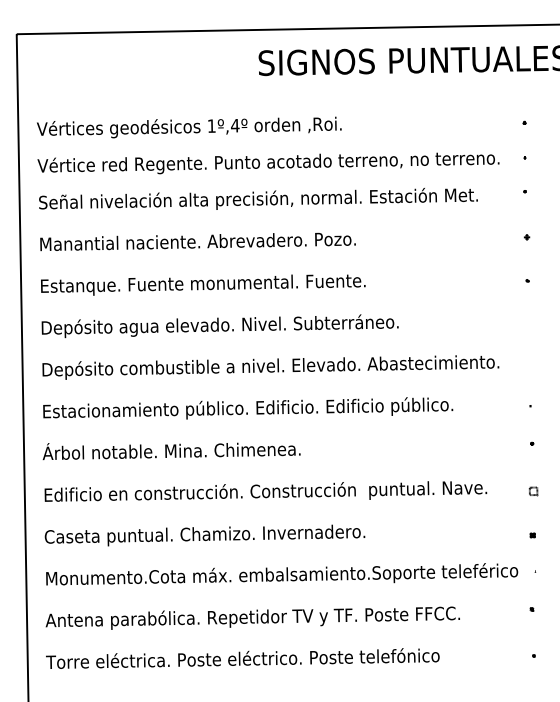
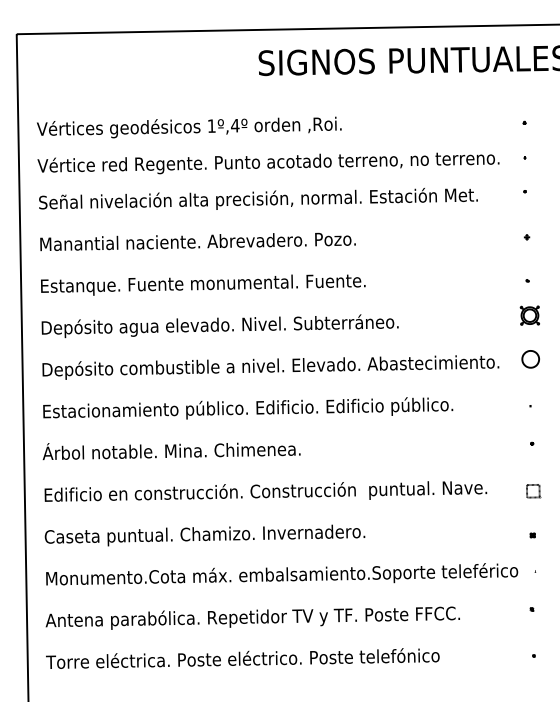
part at (529, 315): none -> present
part at (530, 359): none -> present
part at (533, 491) size: 11x11 px -> 16x15 px
